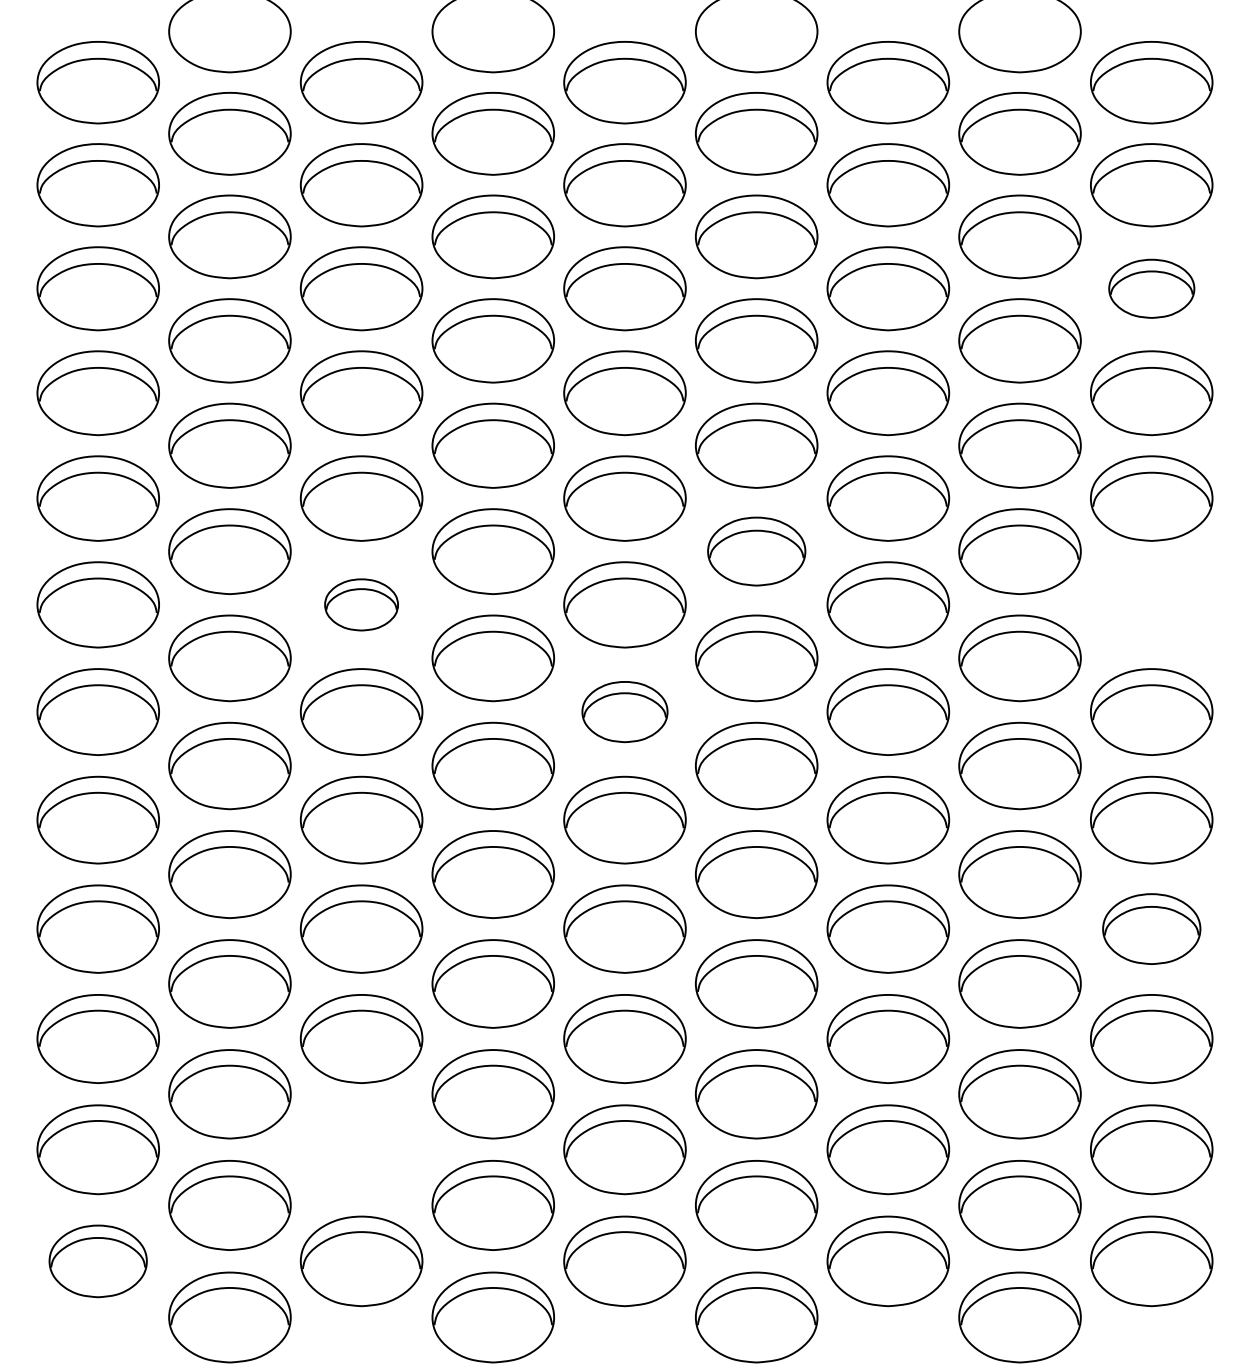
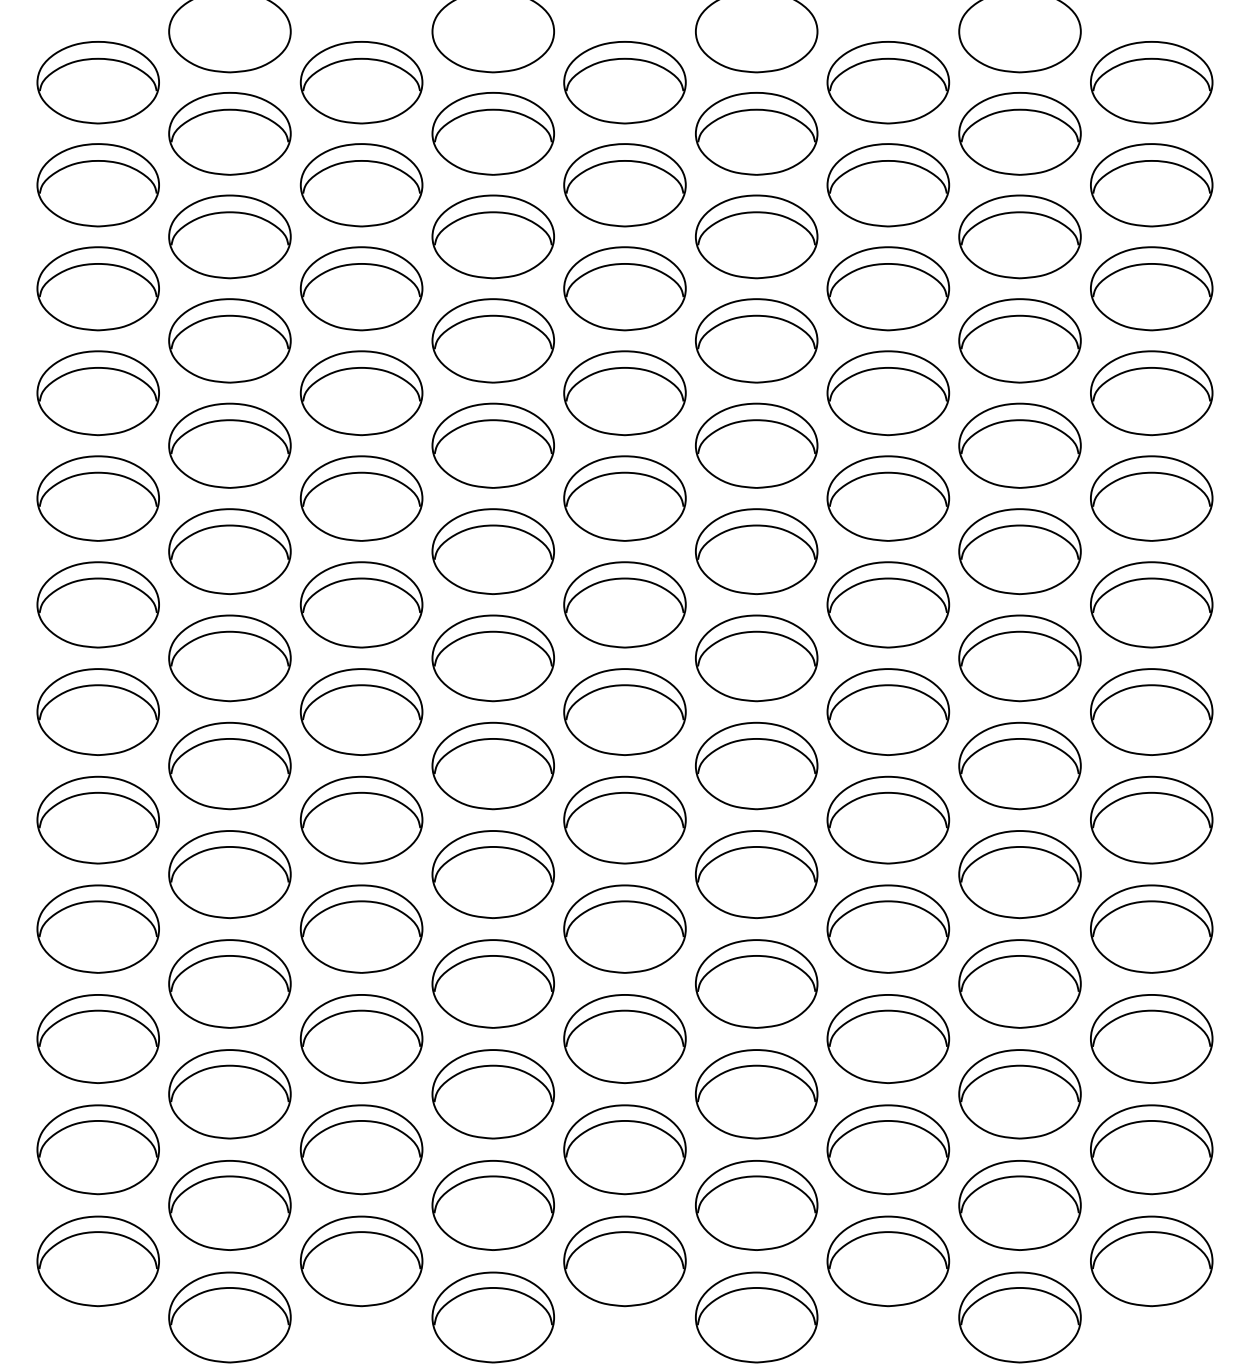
part at (1151, 288) size: 88x61 px -> 124x86 px
part at (756, 551) size: 100x71 px -> 124x87 px
part at (361, 604) size: 75x54 px -> 125x88 px
part at (1151, 604): none -> present
part at (624, 712) size: 88x63 px -> 124x88 px
part at (1151, 928) size: 100x72 px -> 124x90 px
part at (361, 1149): none -> present
part at (97, 1261) size: 100x75 px -> 124x93 px
